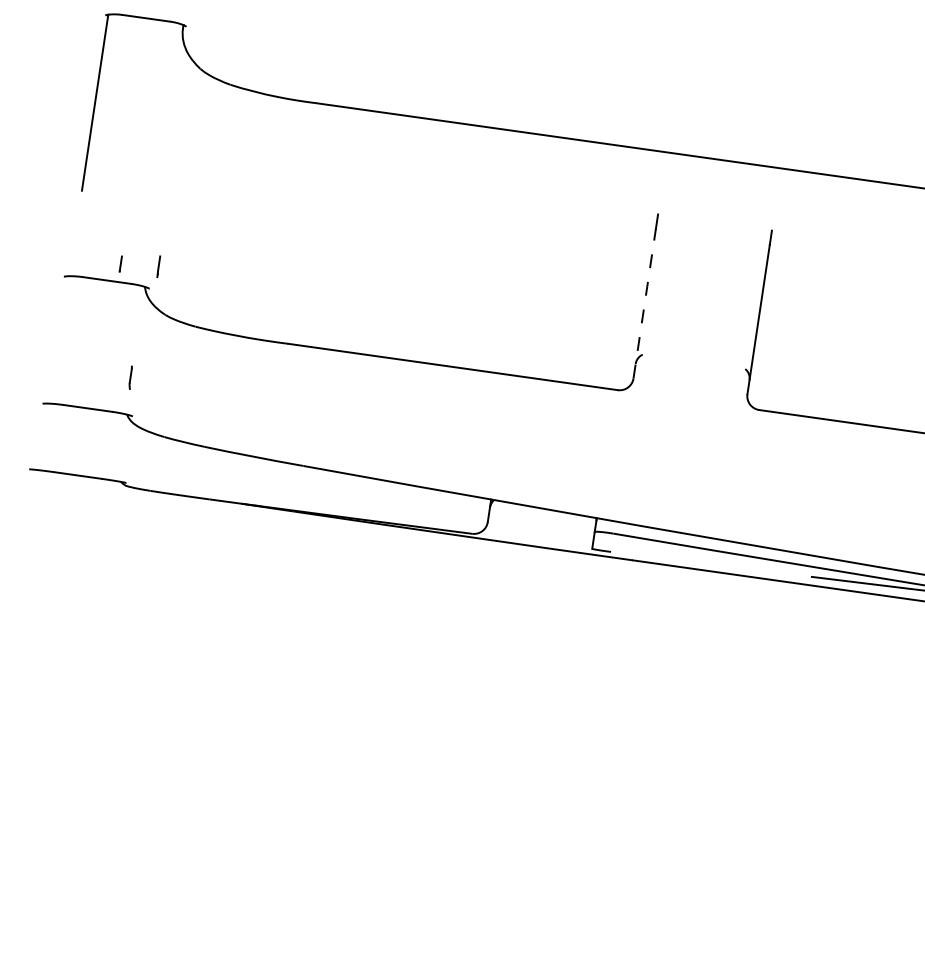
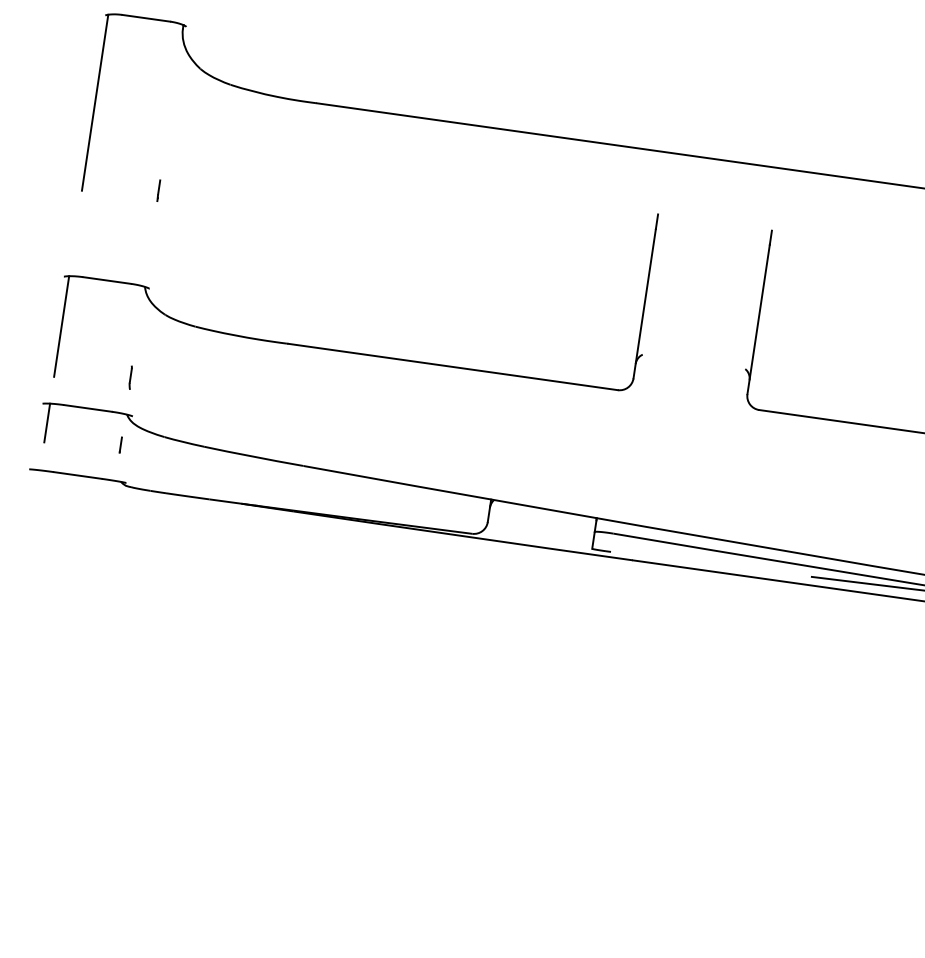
line at (120, 263) position: (120, 263) -> (120, 444)
line at (158, 266) position: (158, 266) -> (158, 190)
line at (644, 303): dashed -> solid
line at (61, 326): none -> present
line at (47, 422): none -> present
